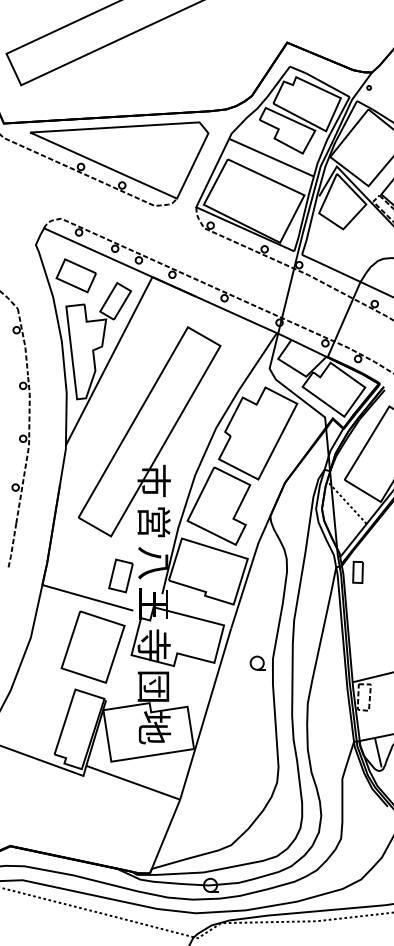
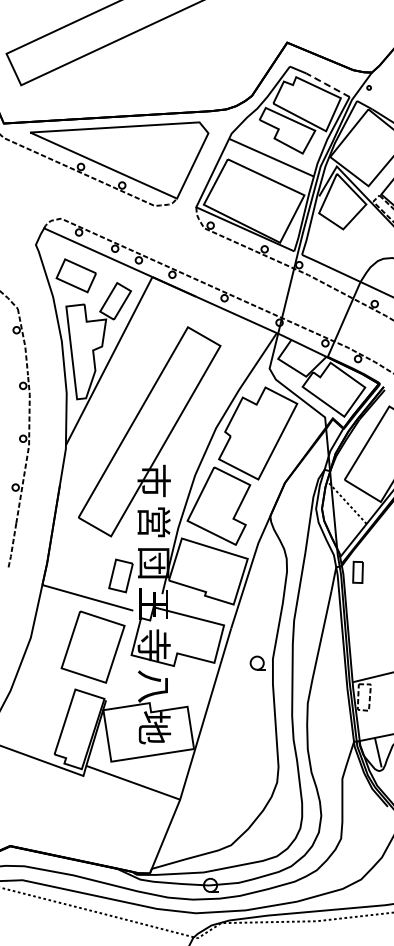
line at (327, 85): solid -> dashed
text at (153, 563): 八 -> 団
text at (153, 686): 団 -> 八
